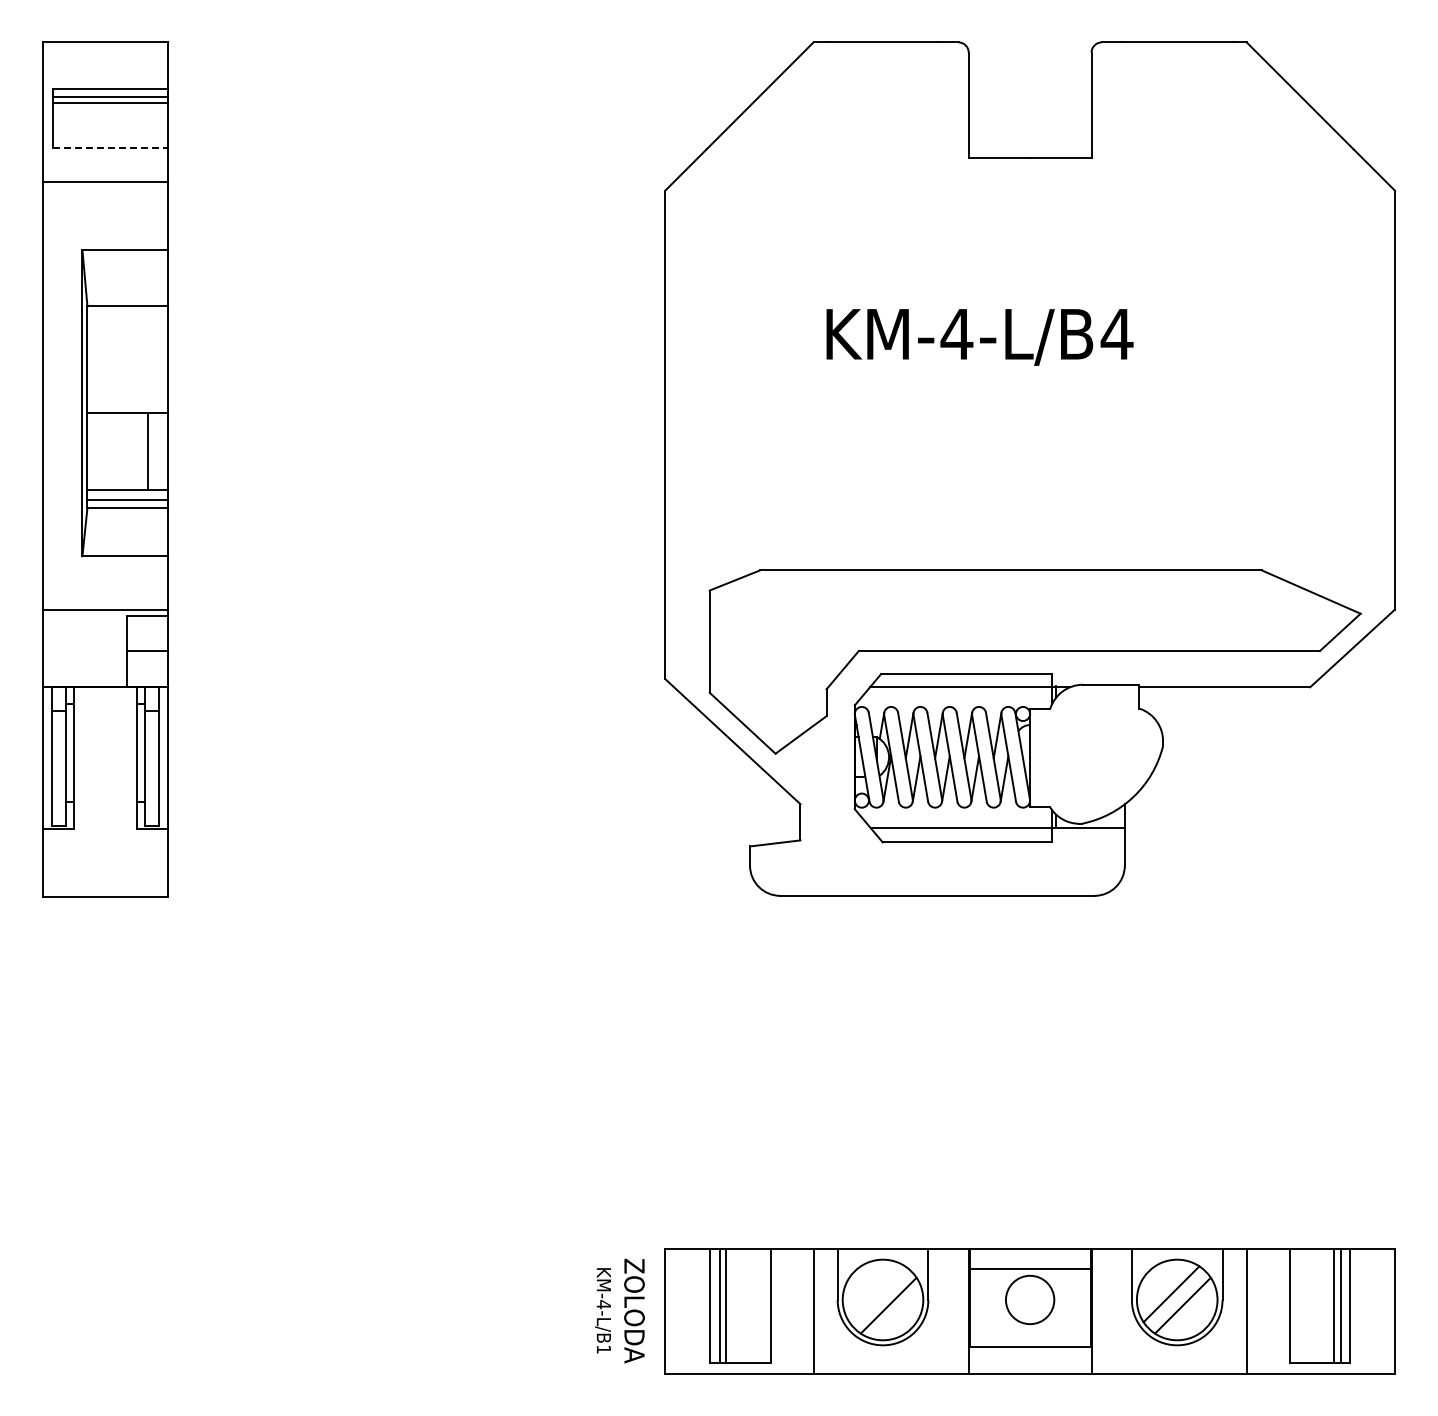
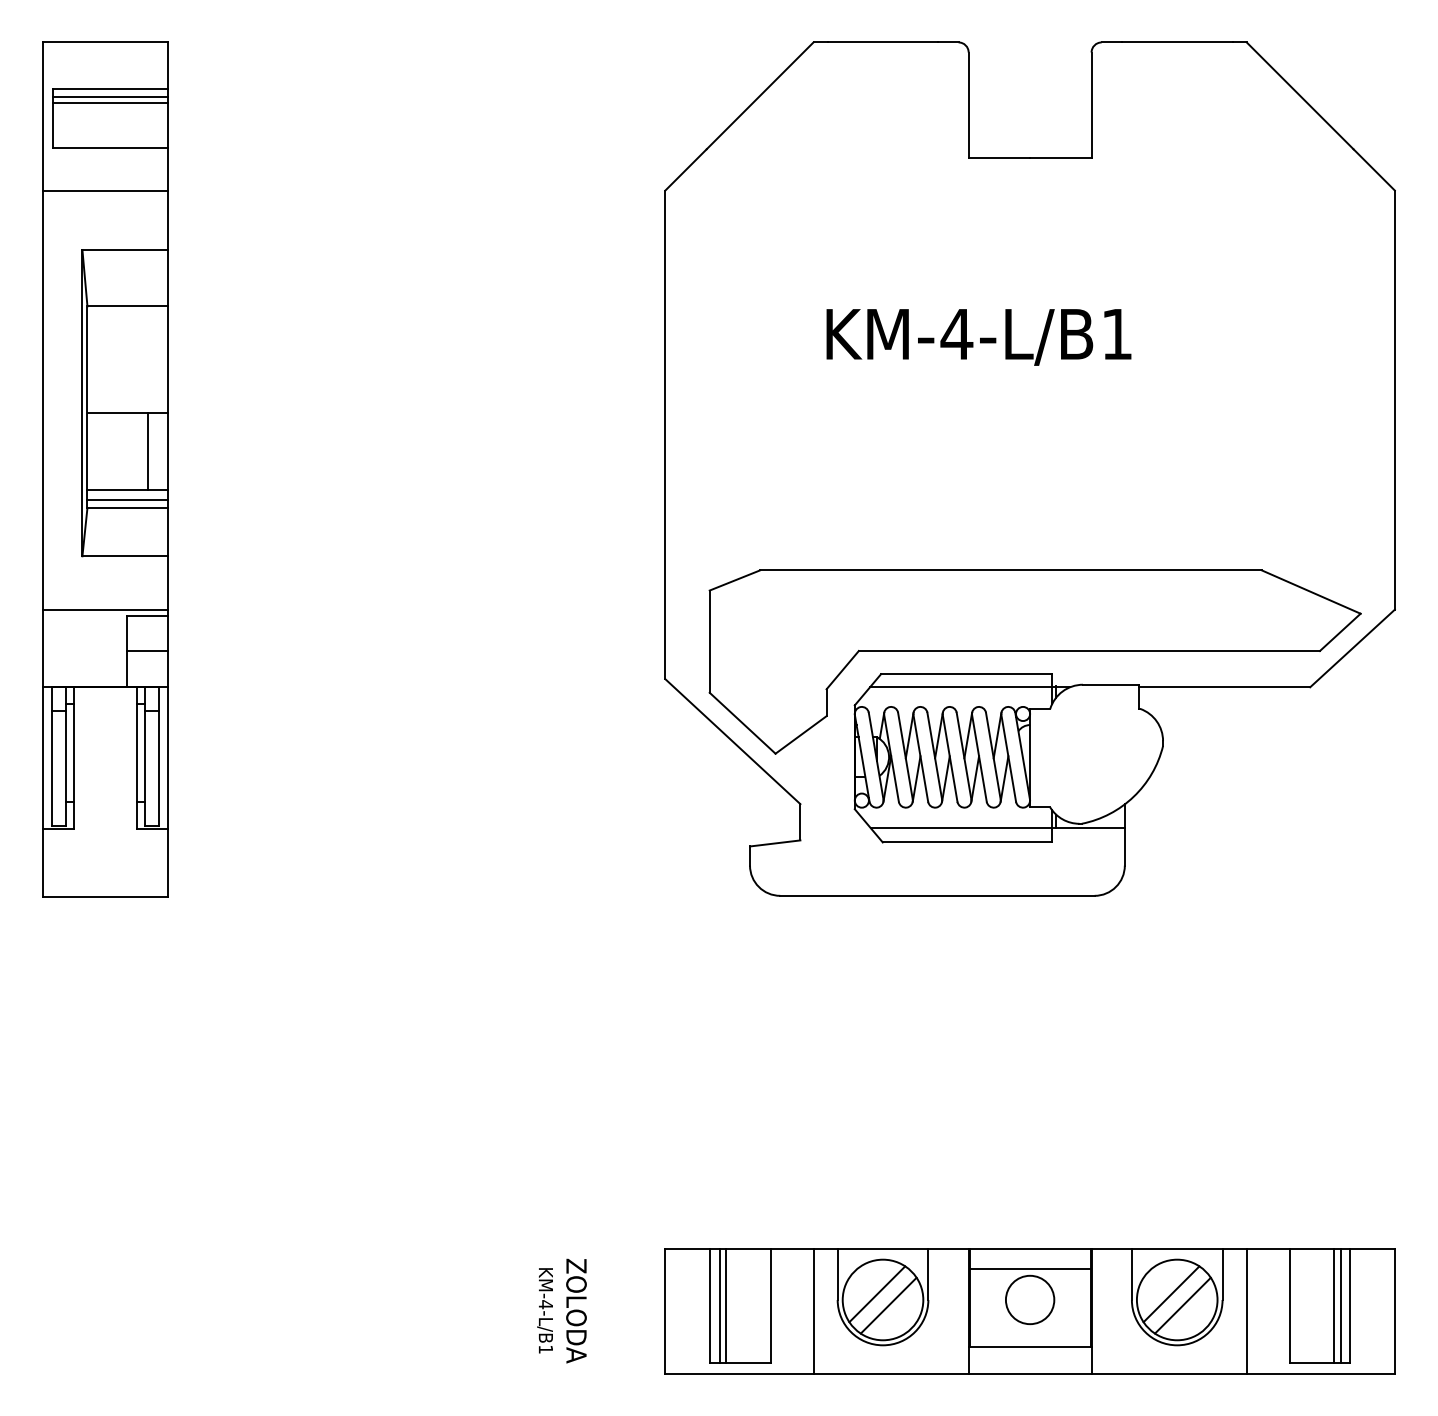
line at (111, 147): dashed -> solid
line at (105, 181) position: (105, 181) -> (105, 190)
text at (1116, 334): KM-4-L/B4 -> KM-4-L/B1
line at (877, 1294): none -> present
text at (619, 1310) position: (619, 1310) -> (561, 1310)
